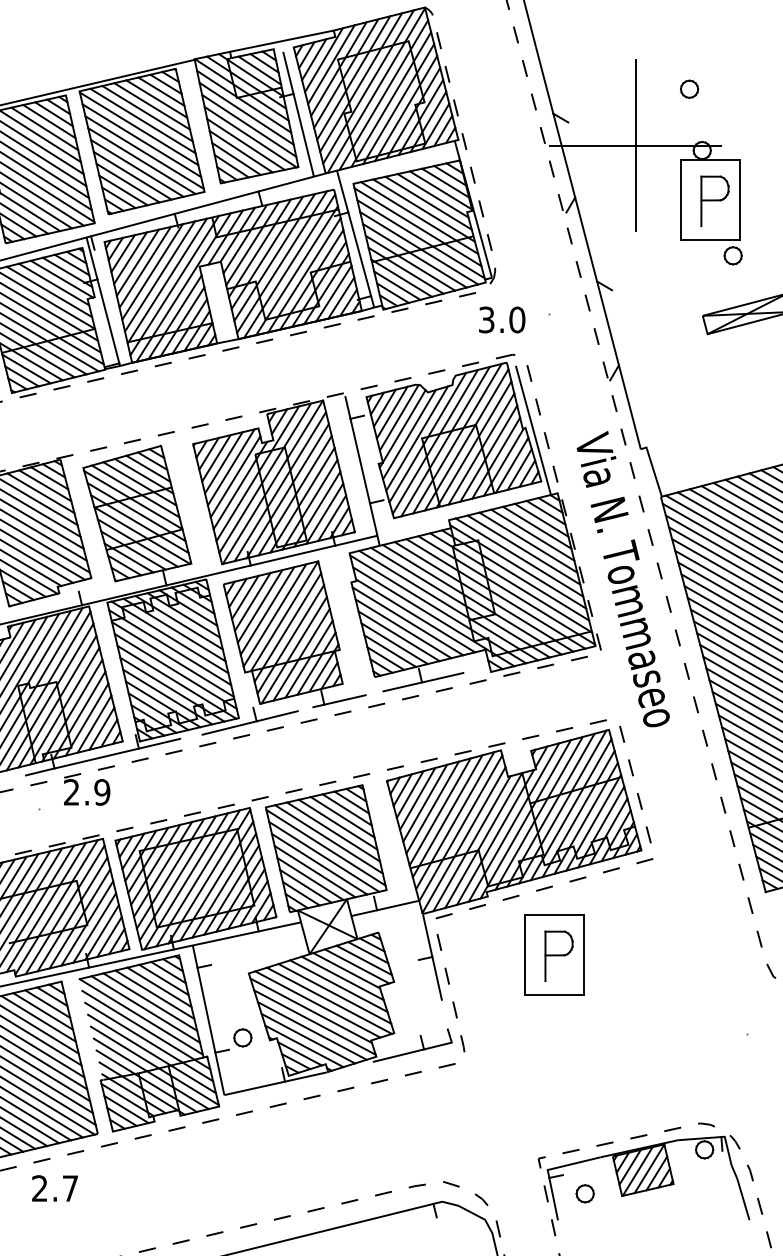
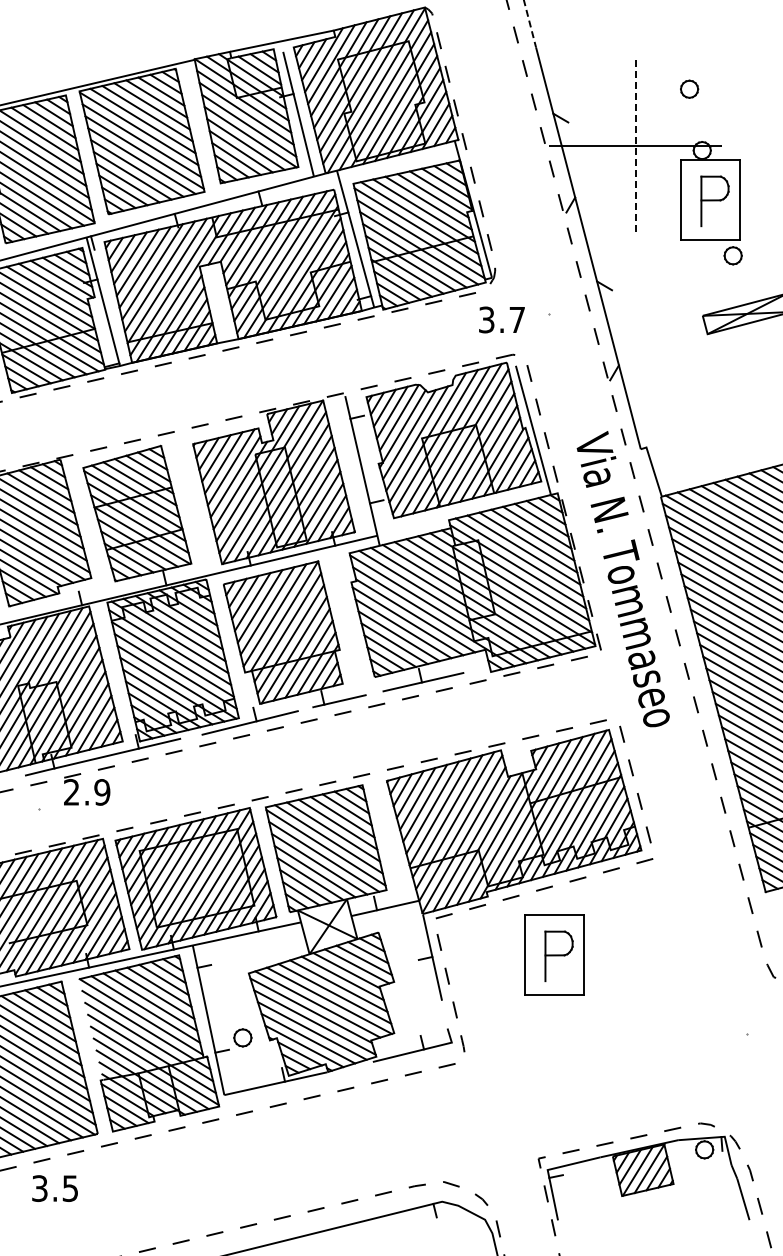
line at (530, 24): solid -> dashed
line at (635, 145): solid -> dashed
text at (517, 319): 3.0 -> 3.7
text at (54, 1188): 2.7 -> 3.5
part at (584, 1193): present -> none
